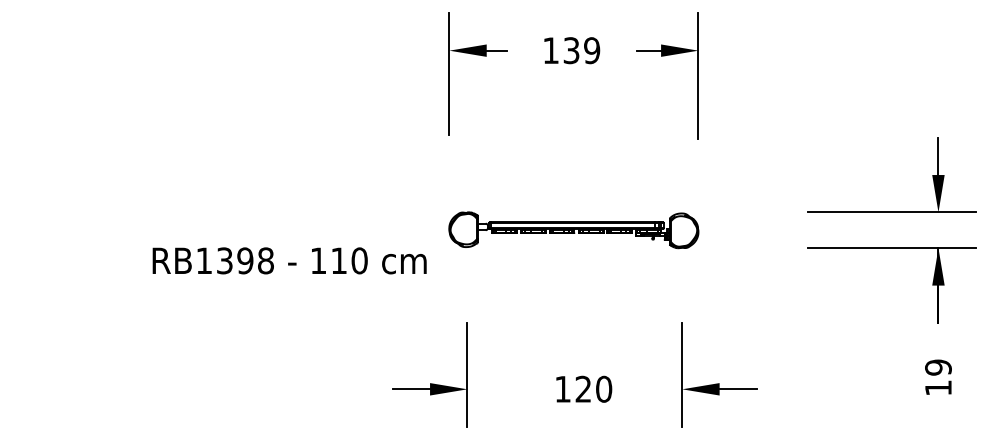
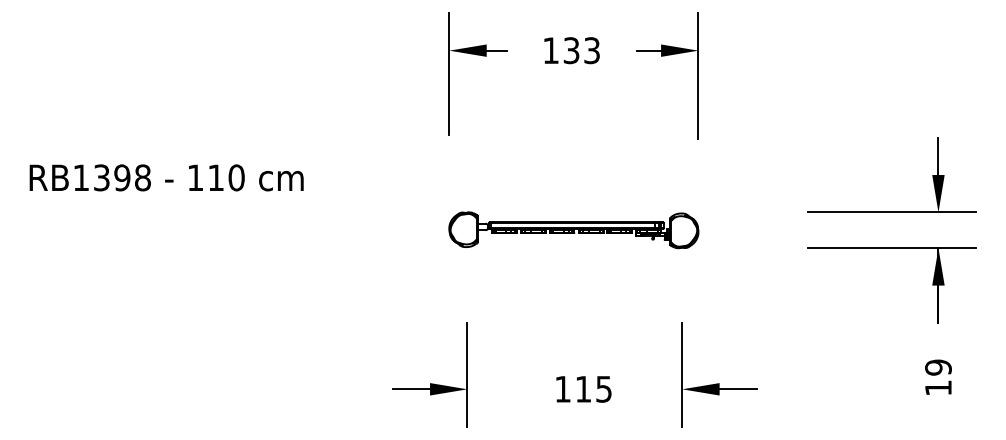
text at (592, 50): 139 -> 133
text at (289, 260) position: (289, 260) -> (166, 177)
text at (593, 388): 120 -> 115
